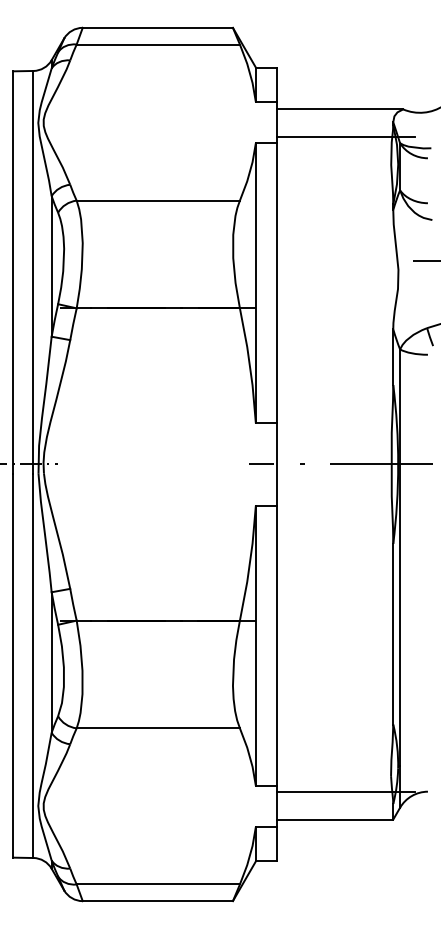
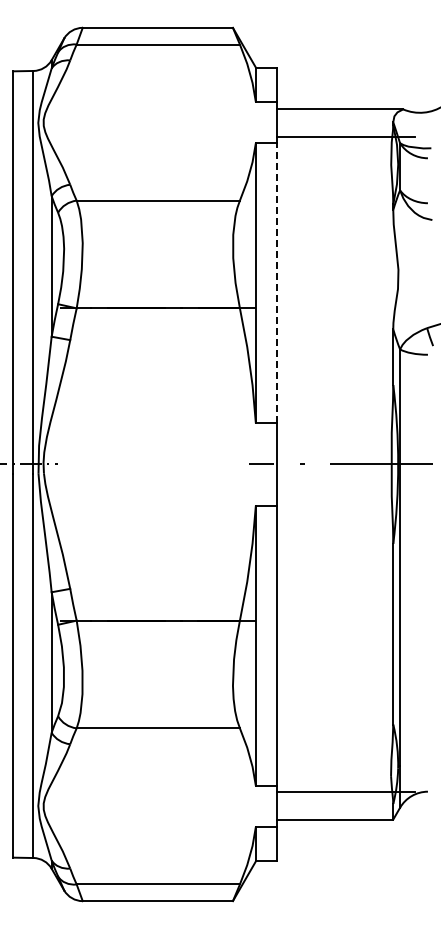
line at (424, 260): present -> none
line at (277, 282): solid -> dashed
